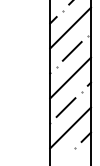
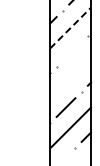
line at (70, 28): solid -> dashed
line at (71, 51): present -> none
line at (70, 77): present -> none
